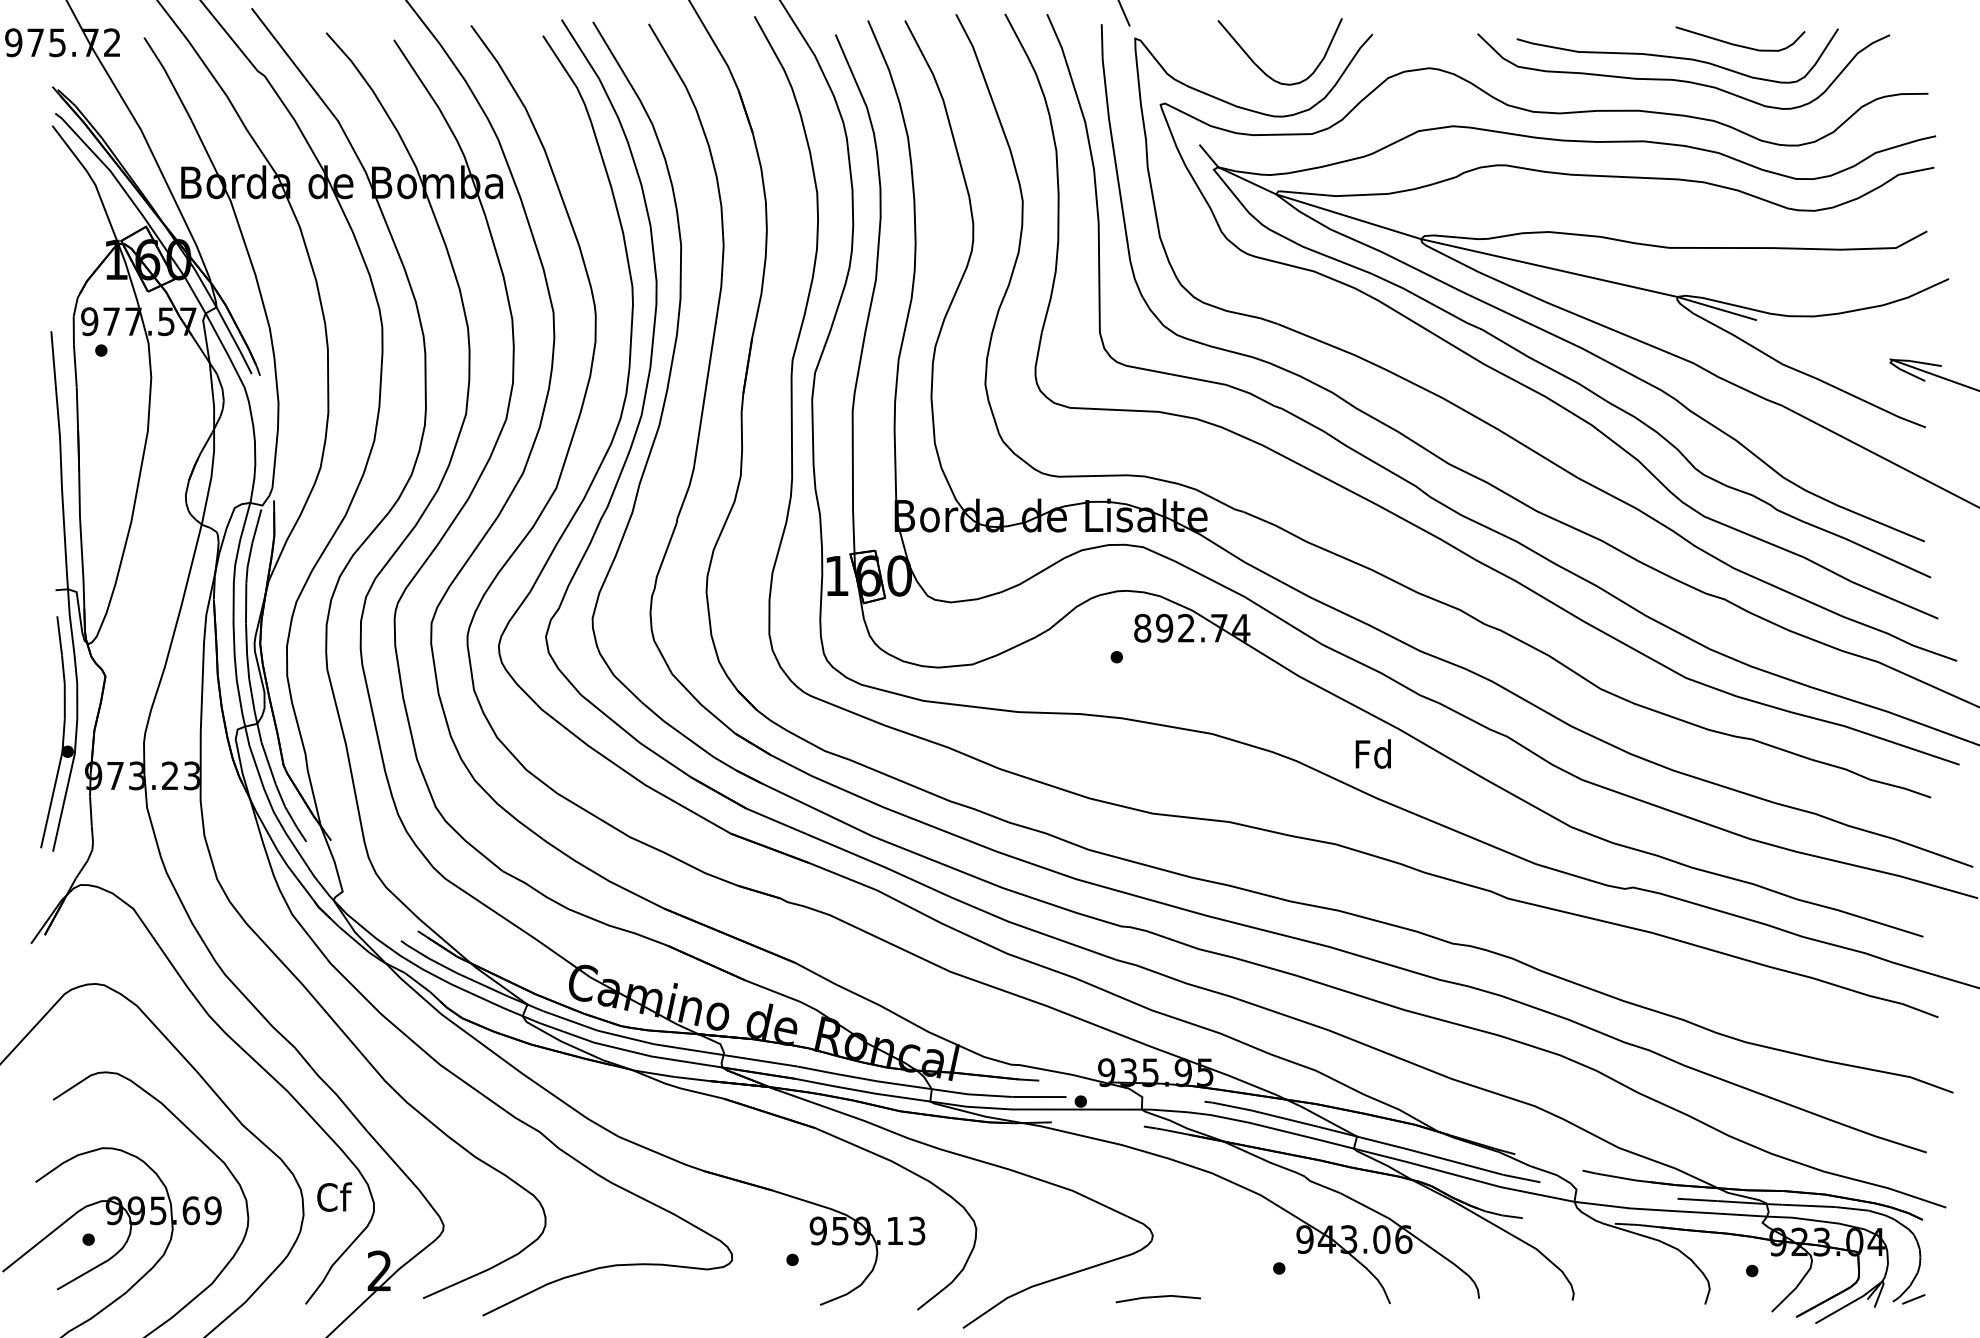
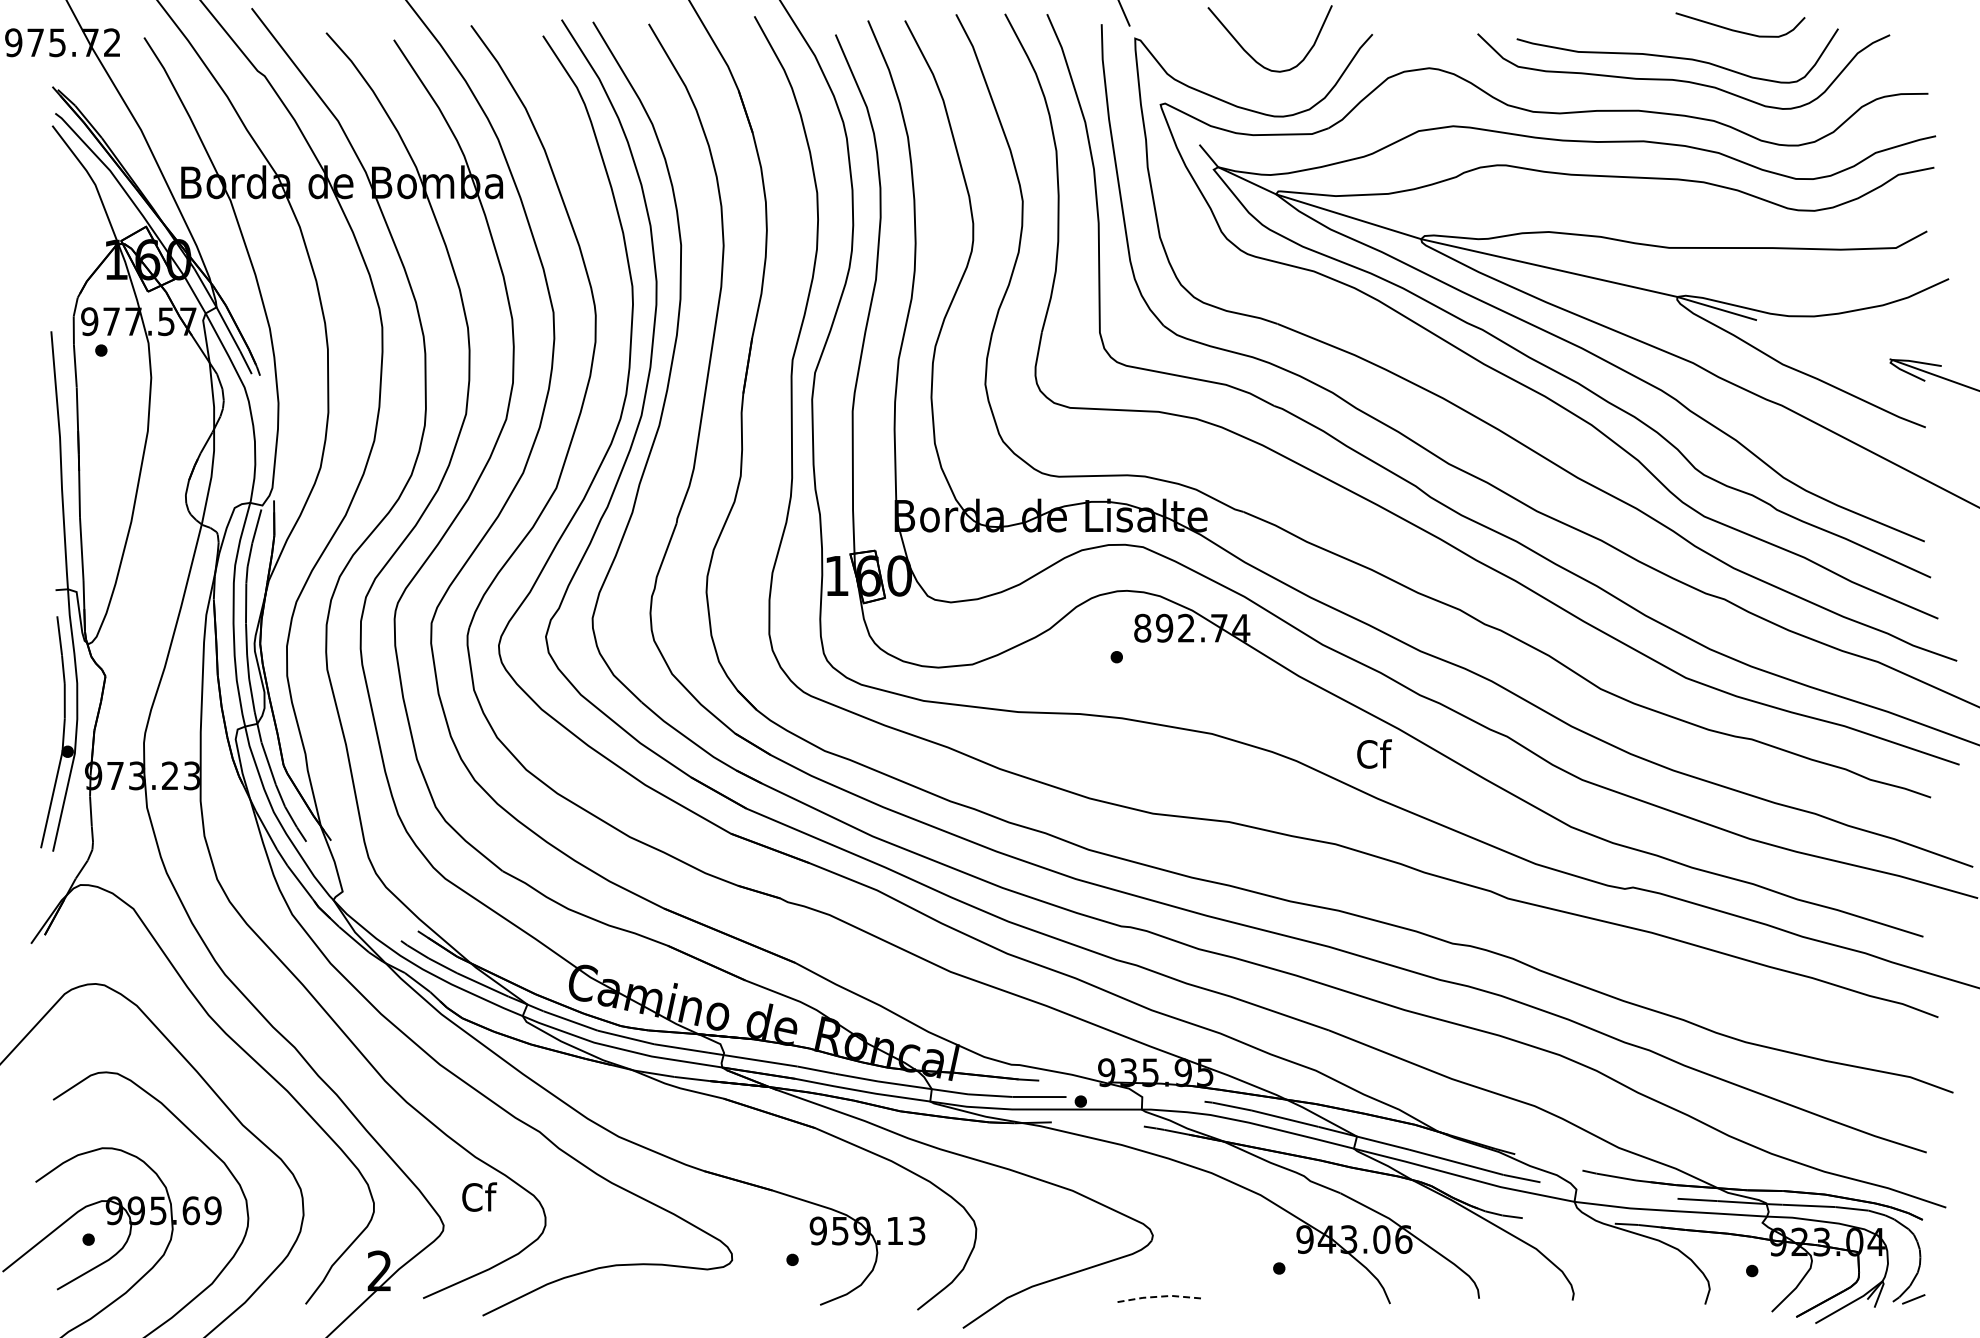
curve at (1738, 44) position: (1738, 44) -> (1738, 30)
curve at (1261, 68) position: (1261, 68) -> (1251, 55)
text at (1373, 753): Fd -> Cf
text at (334, 1196) position: (334, 1196) -> (479, 1196)
line at (1157, 1296): solid -> dashed
